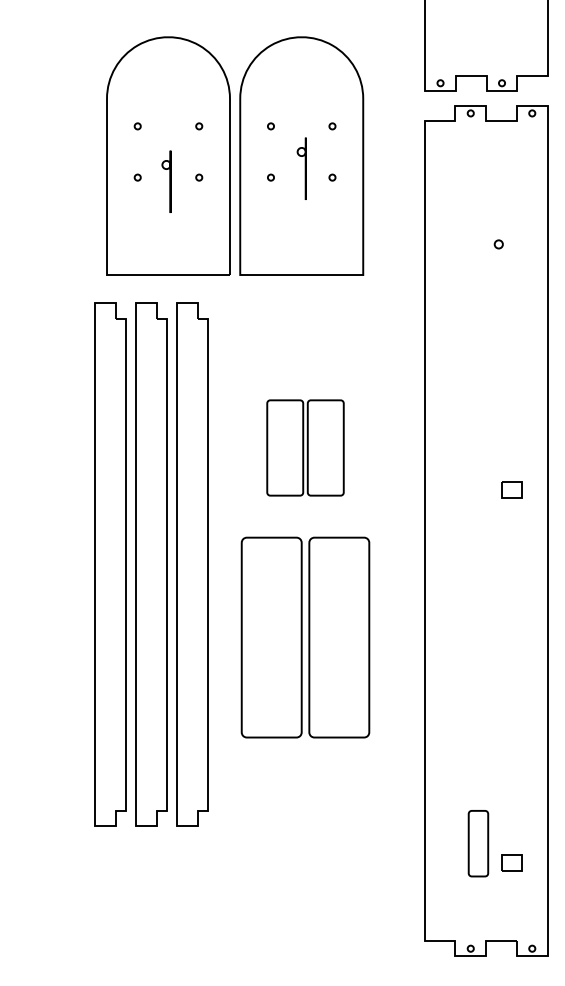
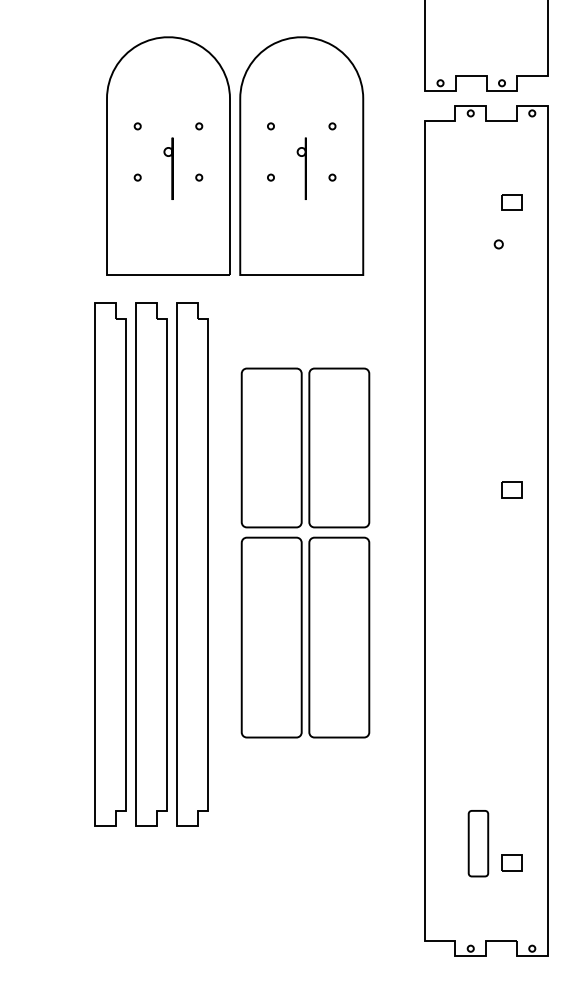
part at (166, 181) position: (166, 181) -> (168, 168)
part at (511, 202): none -> present
part at (305, 447) size: 79x98 px -> 131x162 px
